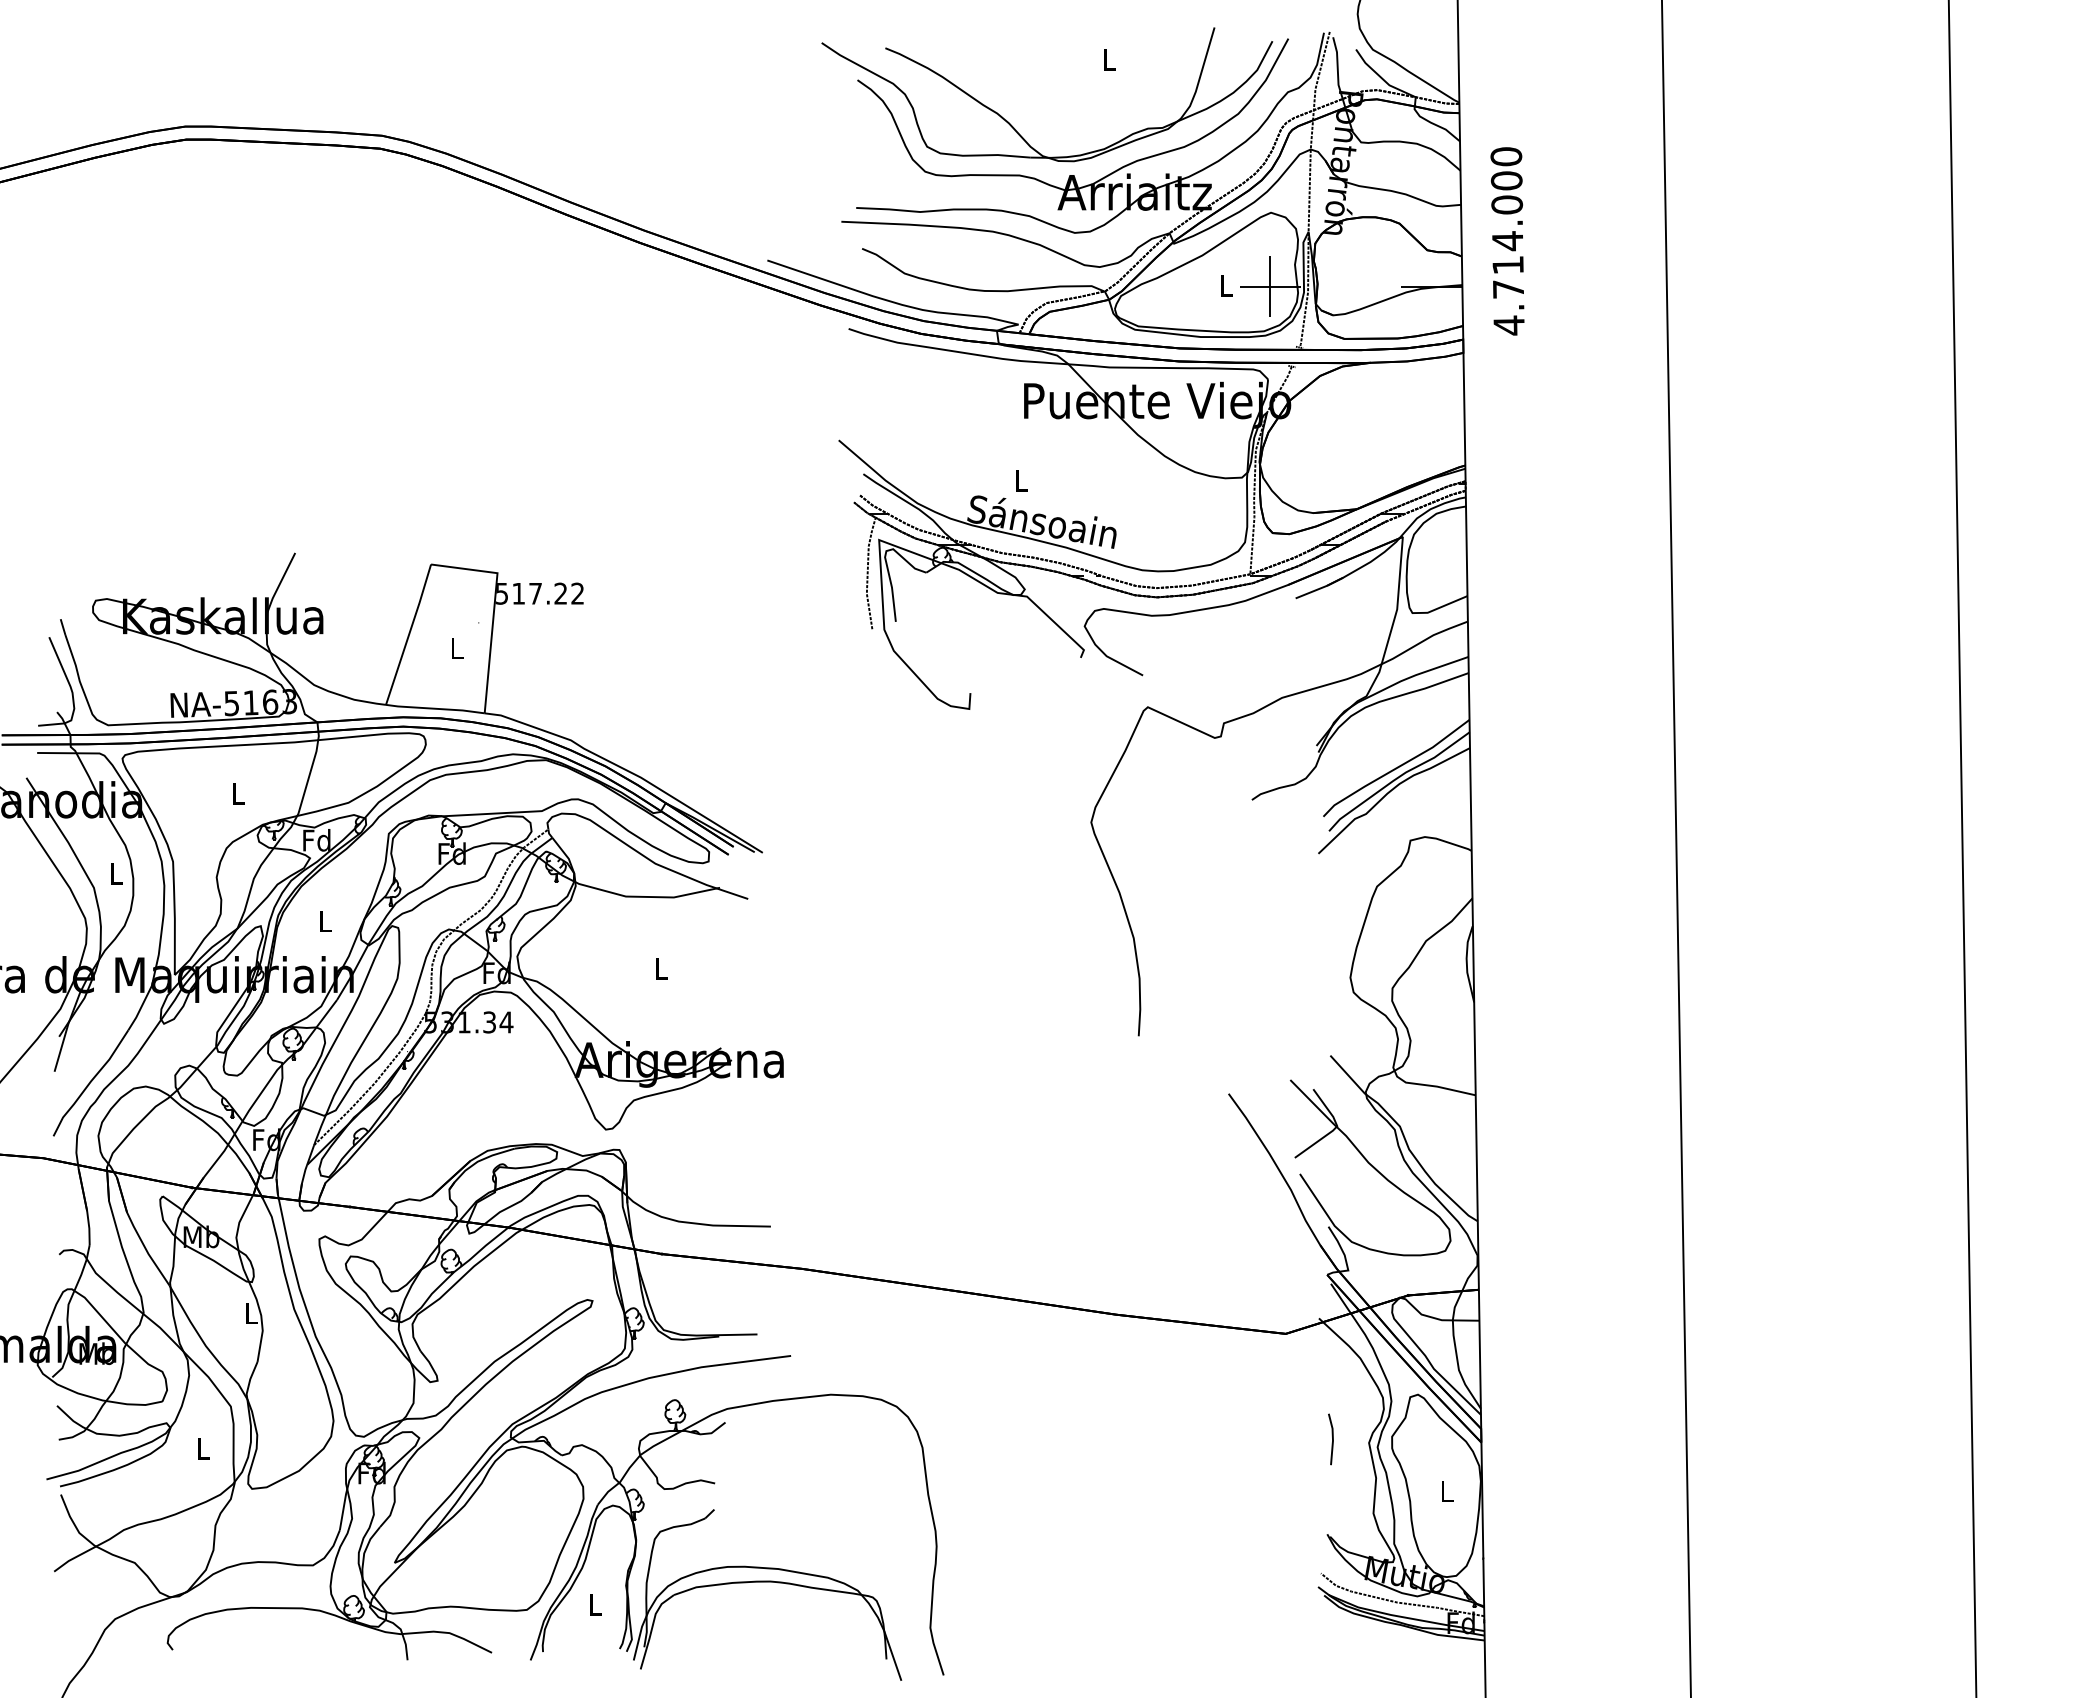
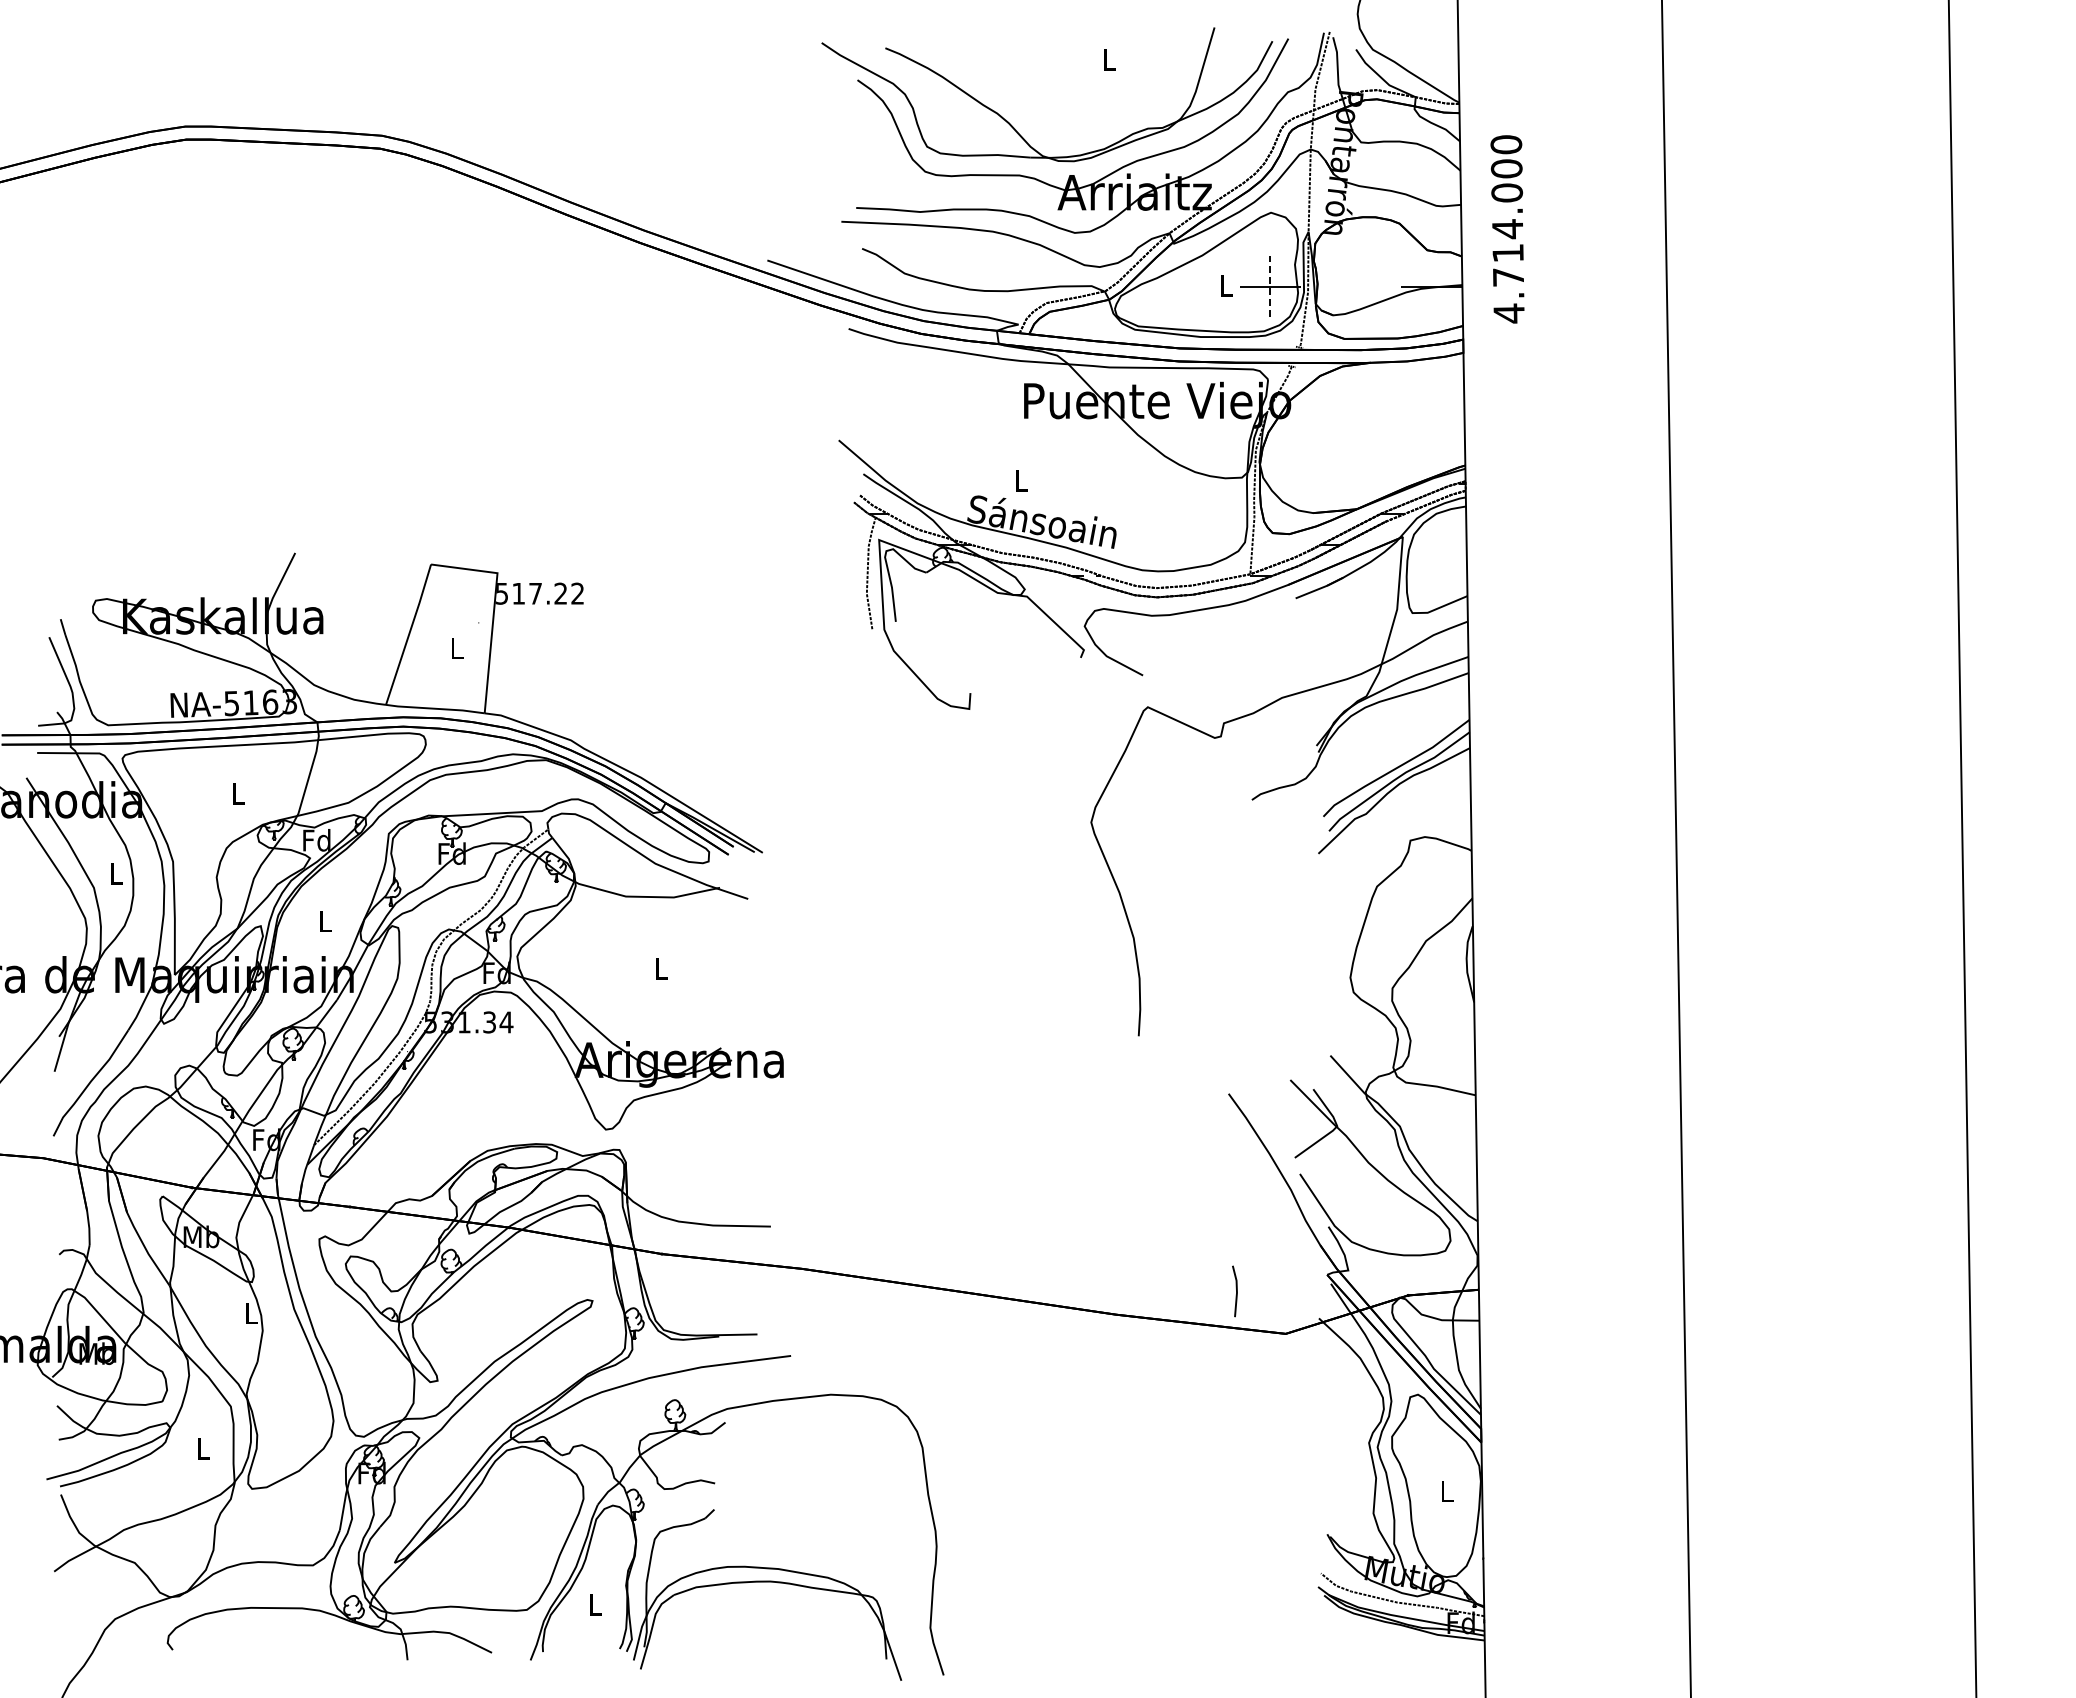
text at (1507, 241) position: (1507, 241) -> (1507, 229)
line at (1270, 286): solid -> dashed
line at (1332, 1439) position: (1332, 1439) -> (1236, 1291)
